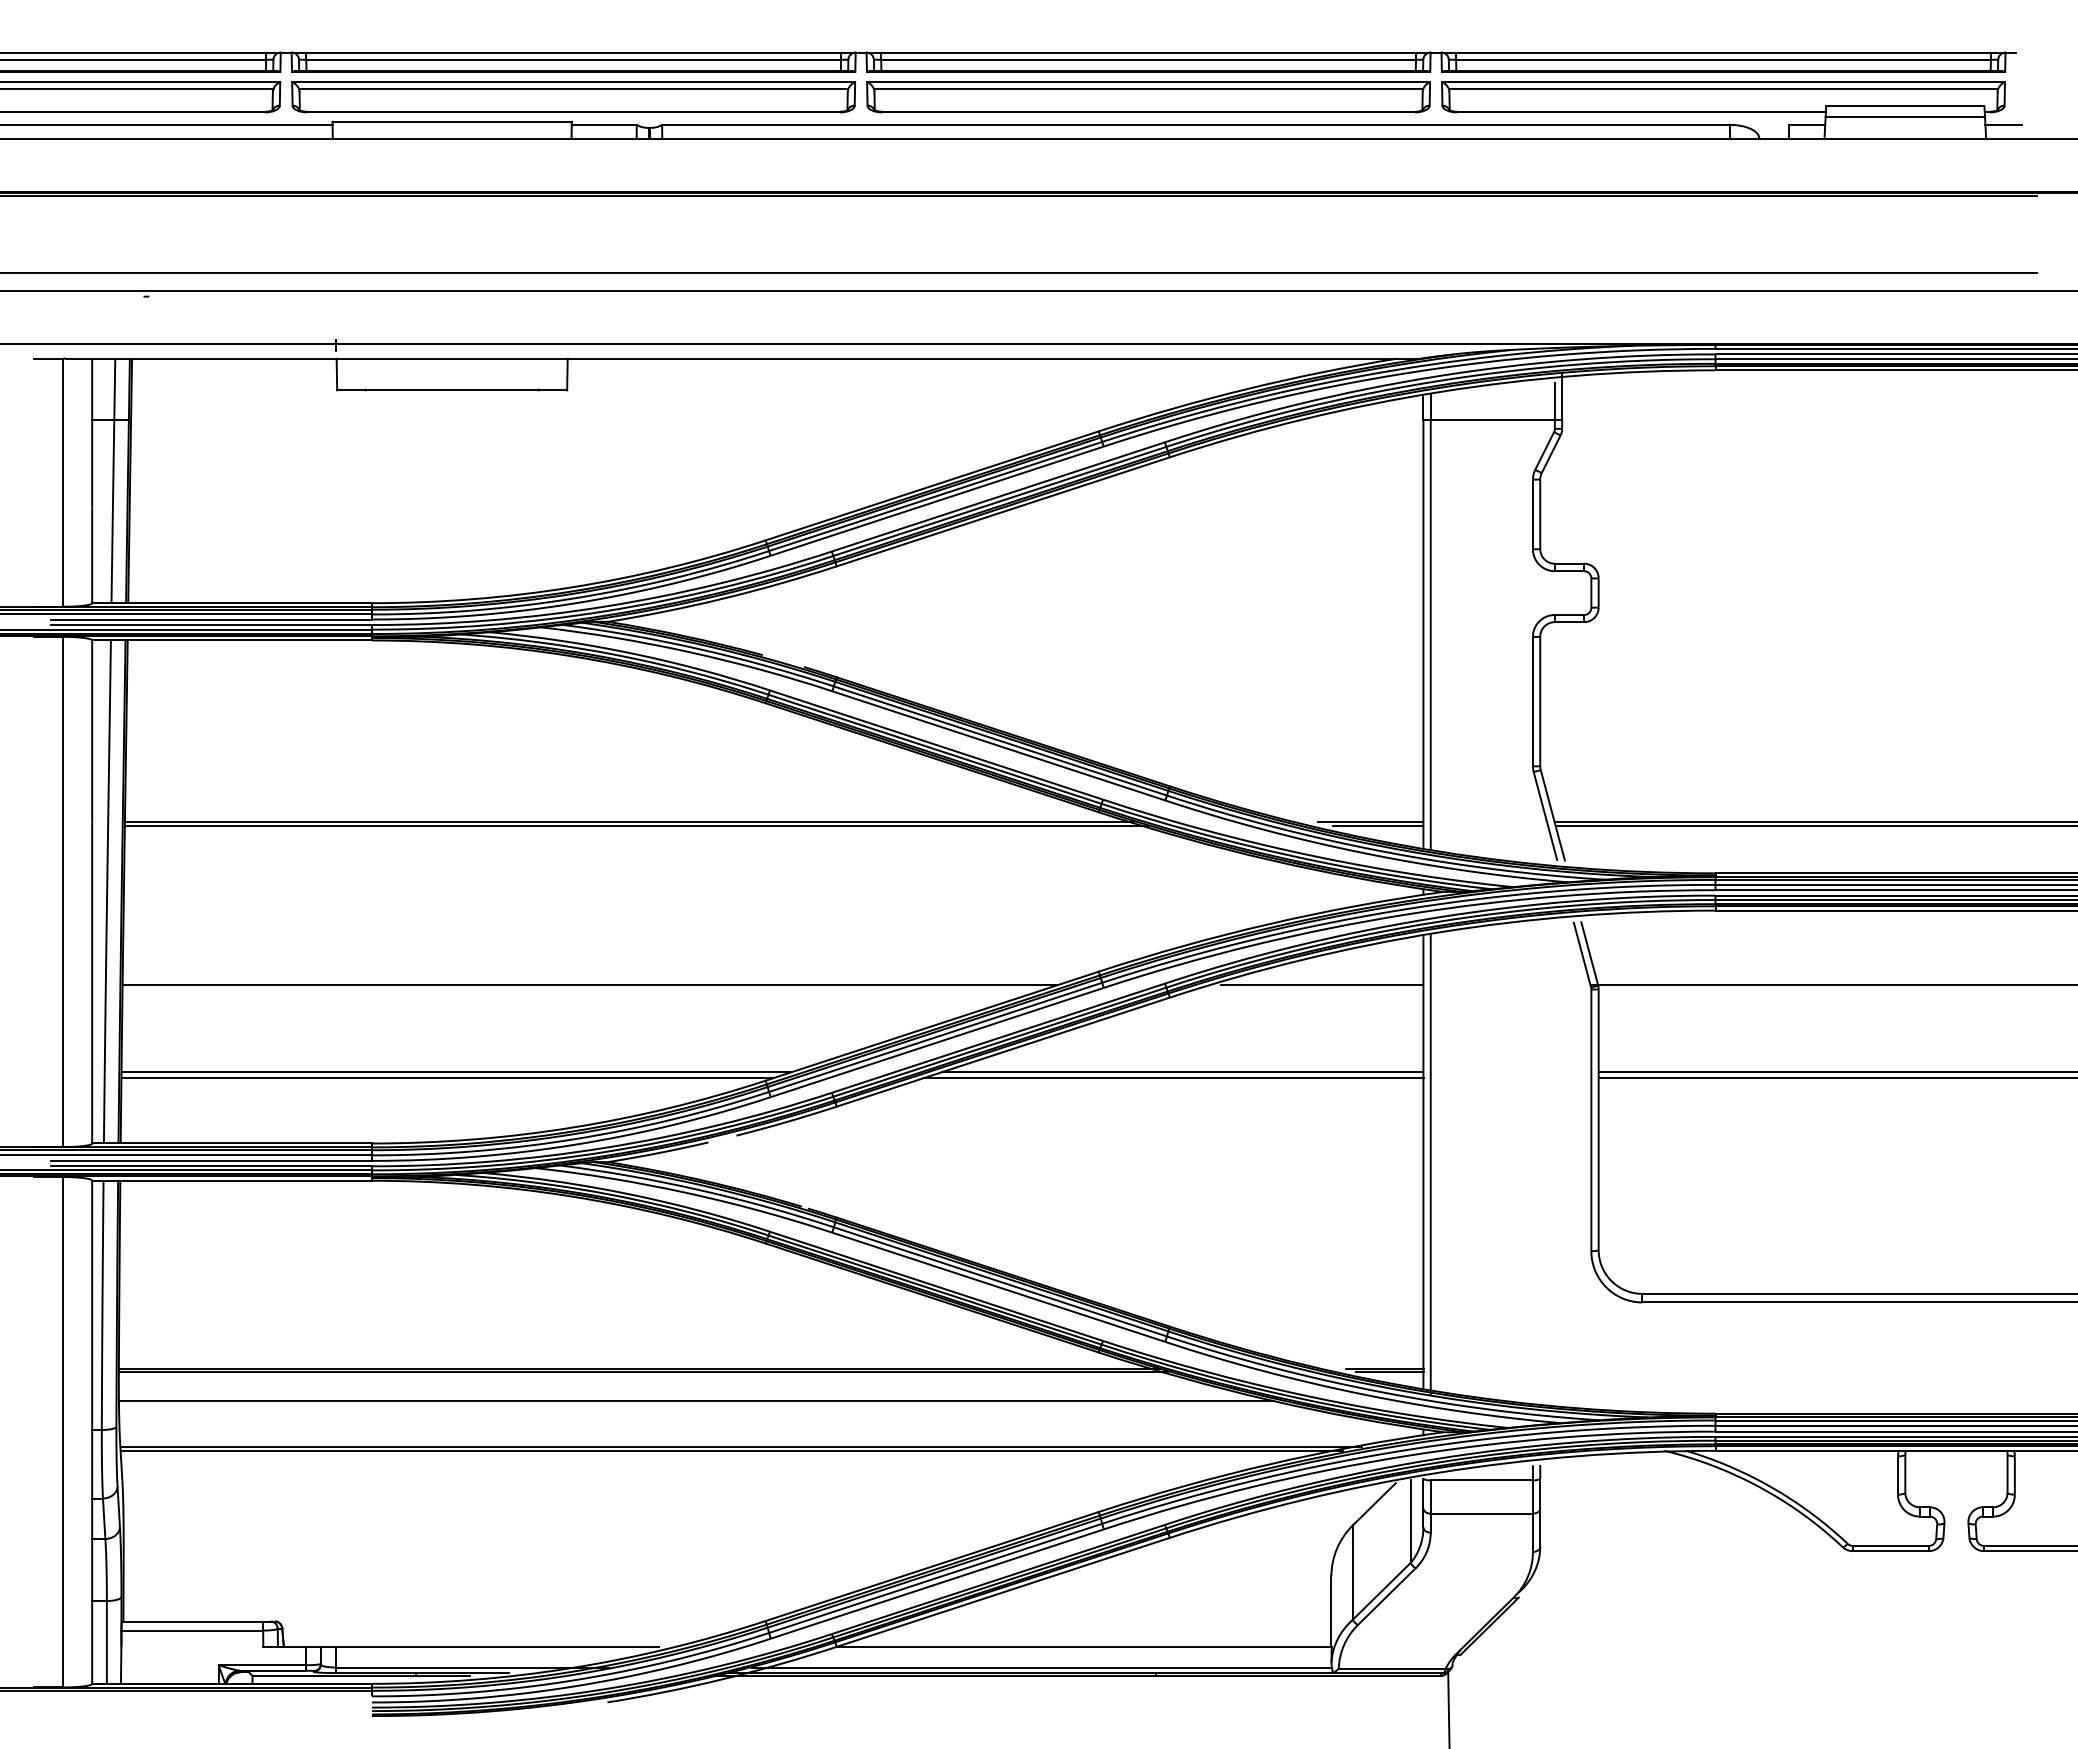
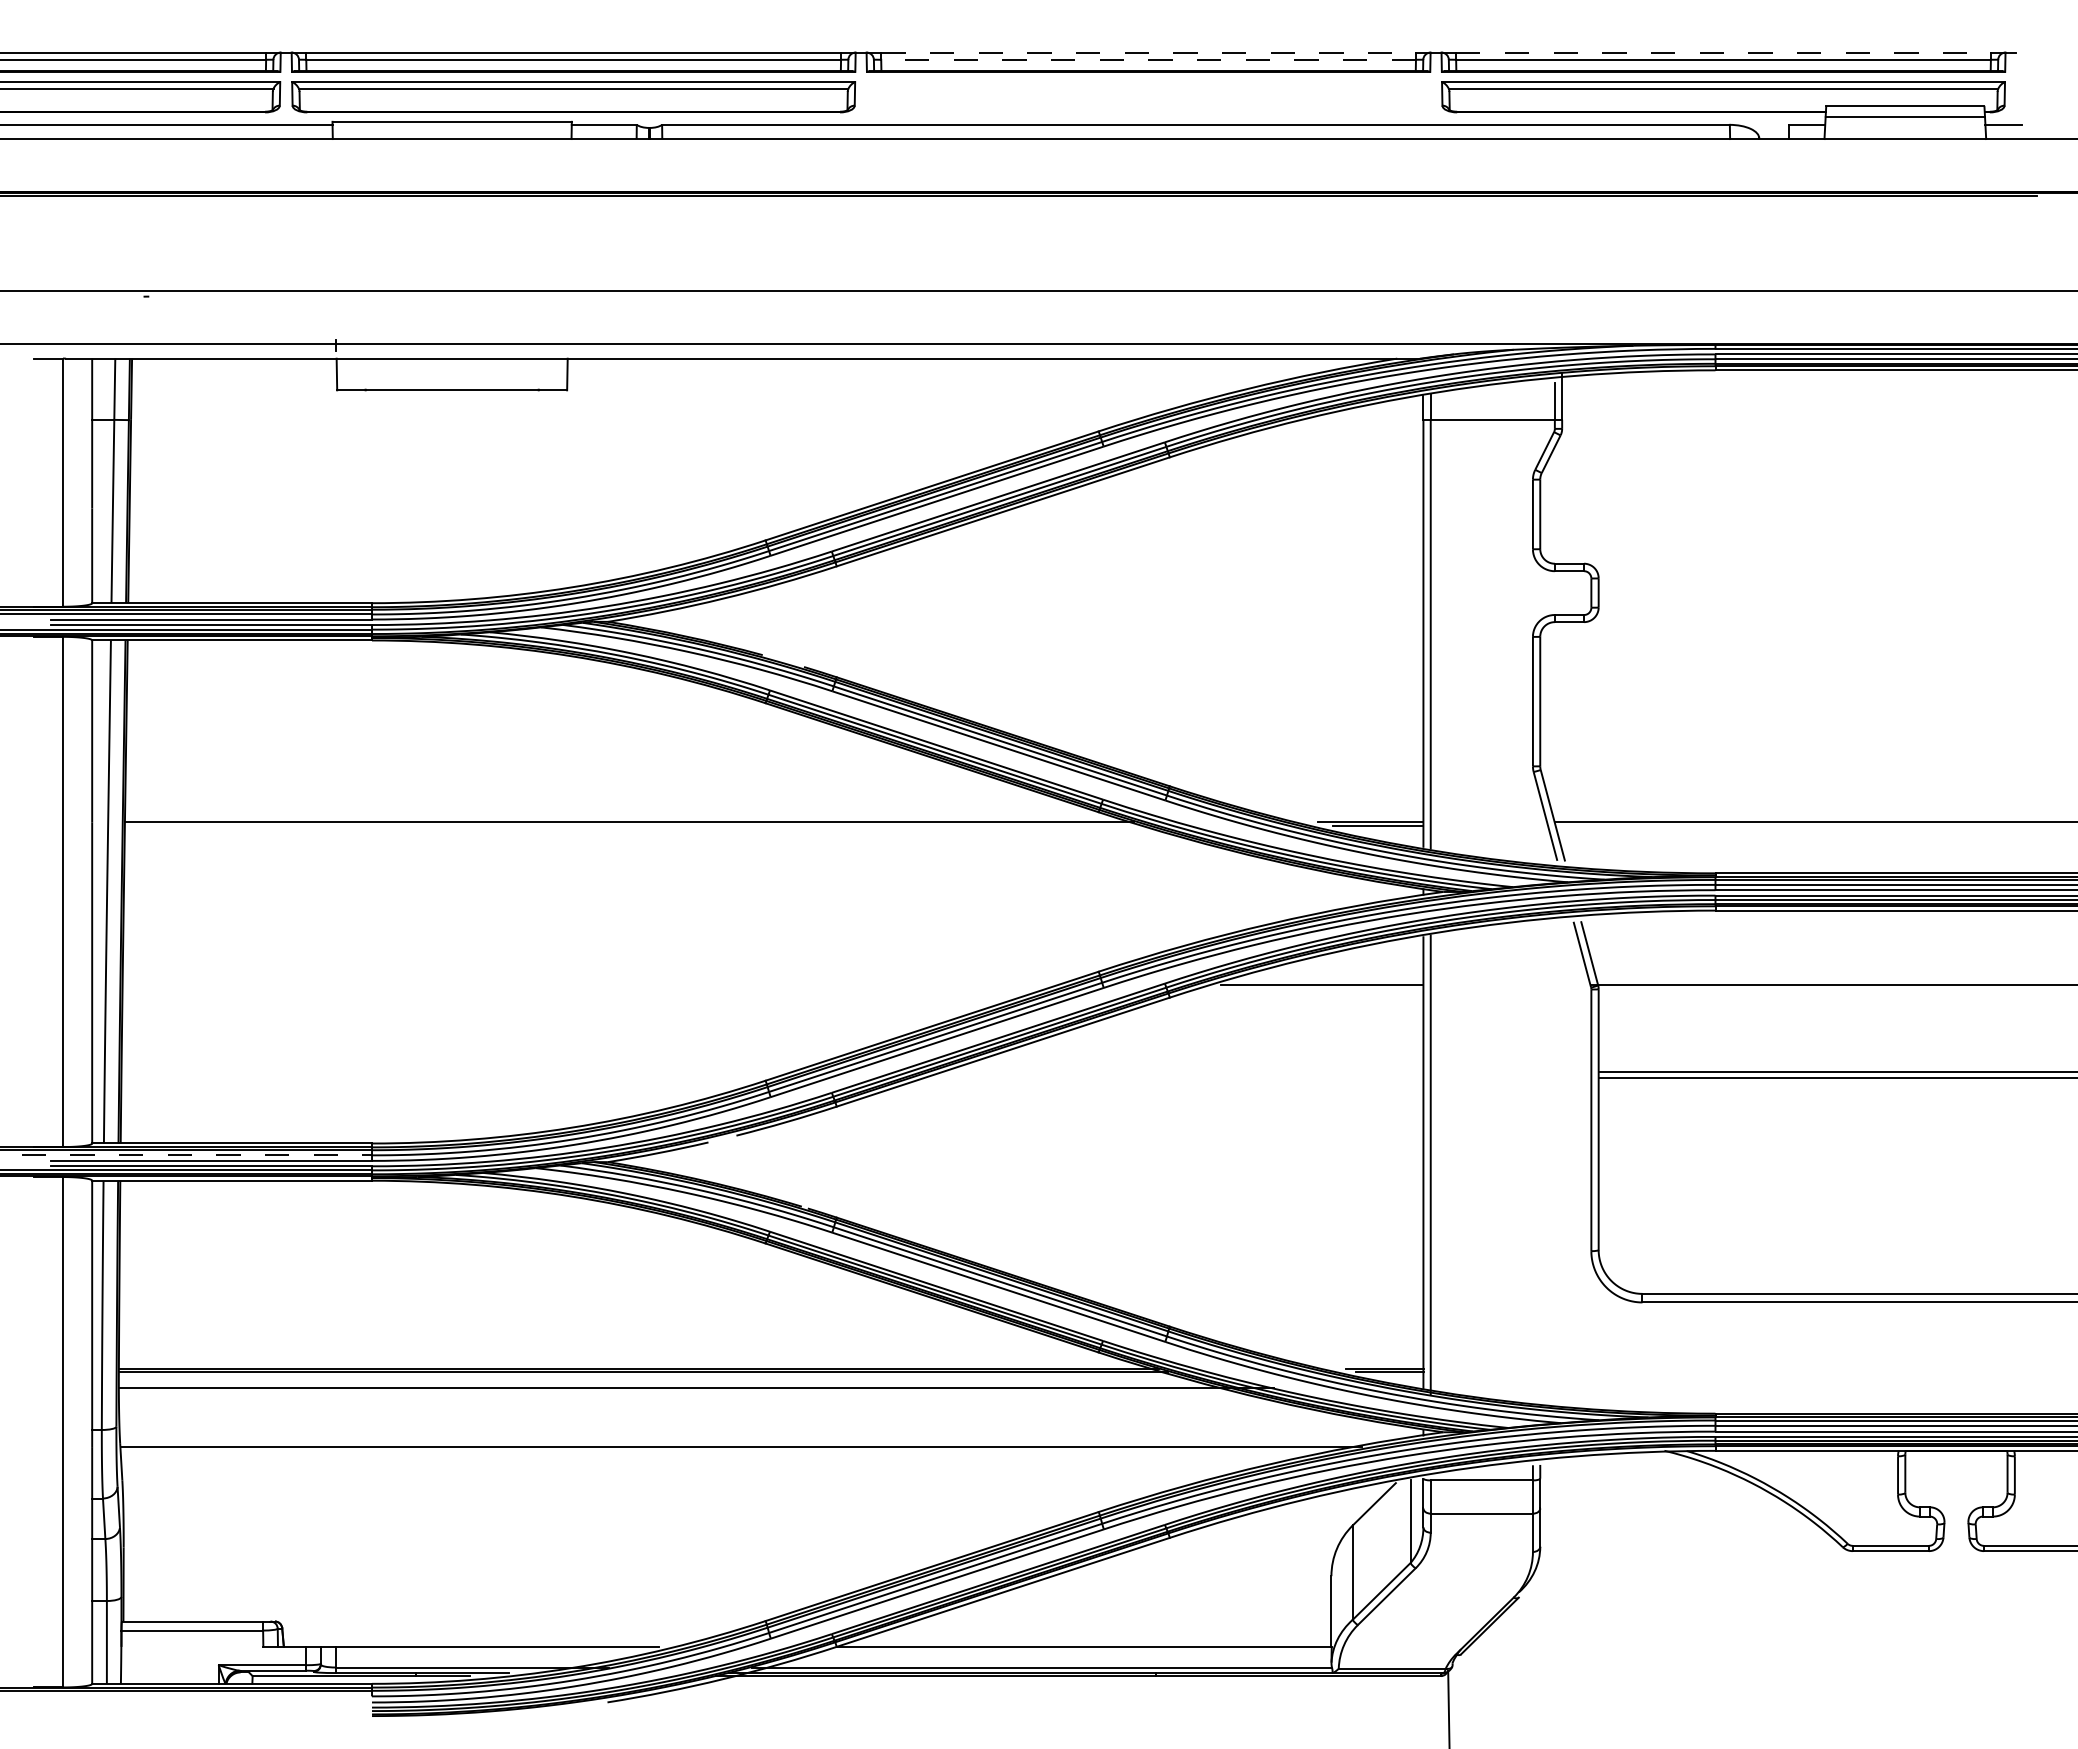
line at (1149, 52): solid -> dashed
line at (1724, 52): solid -> dashed
line at (1148, 59): solid -> dashed
part at (1148, 97): present -> none
line at (1019, 272): present -> none
line at (636, 825): present -> none
line at (1814, 825): present -> none
line at (589, 985): present -> none
line at (456, 1072): present -> none
line at (1182, 1072): present -> none
line at (447, 1078): present -> none
line at (1173, 1078): present -> none
line at (186, 1155): solid -> dashed
line at (696, 1401) position: (696, 1401) -> (696, 1388)
line at (731, 1450): present -> none
